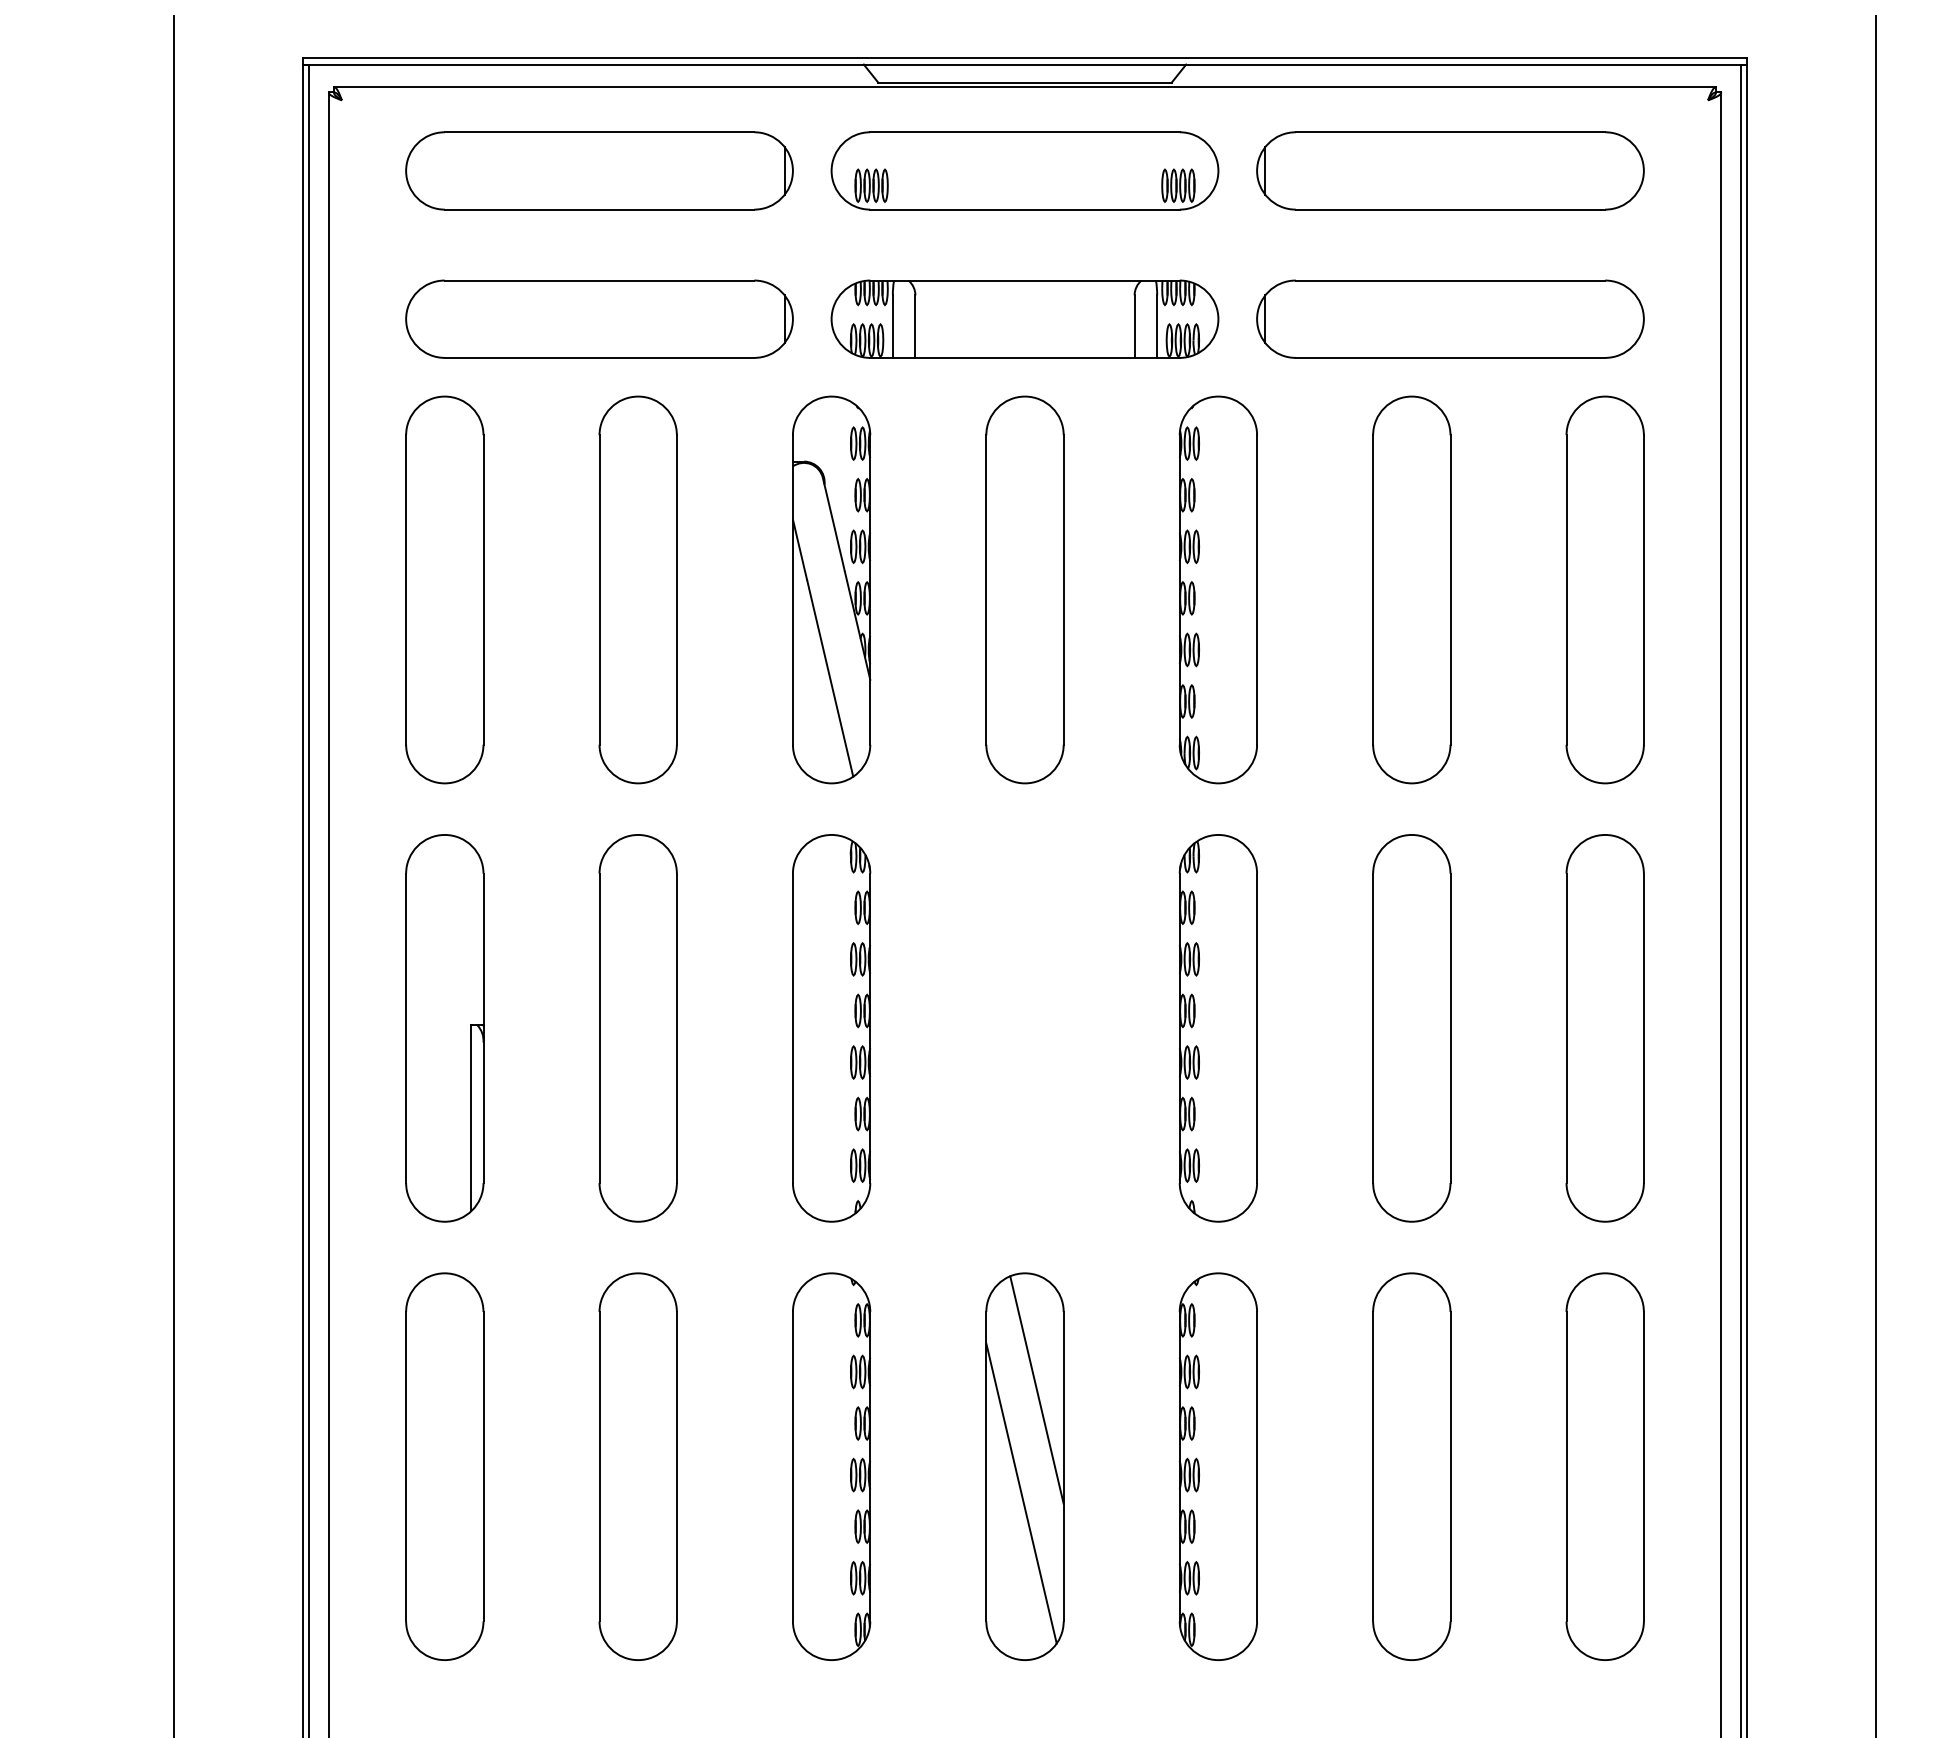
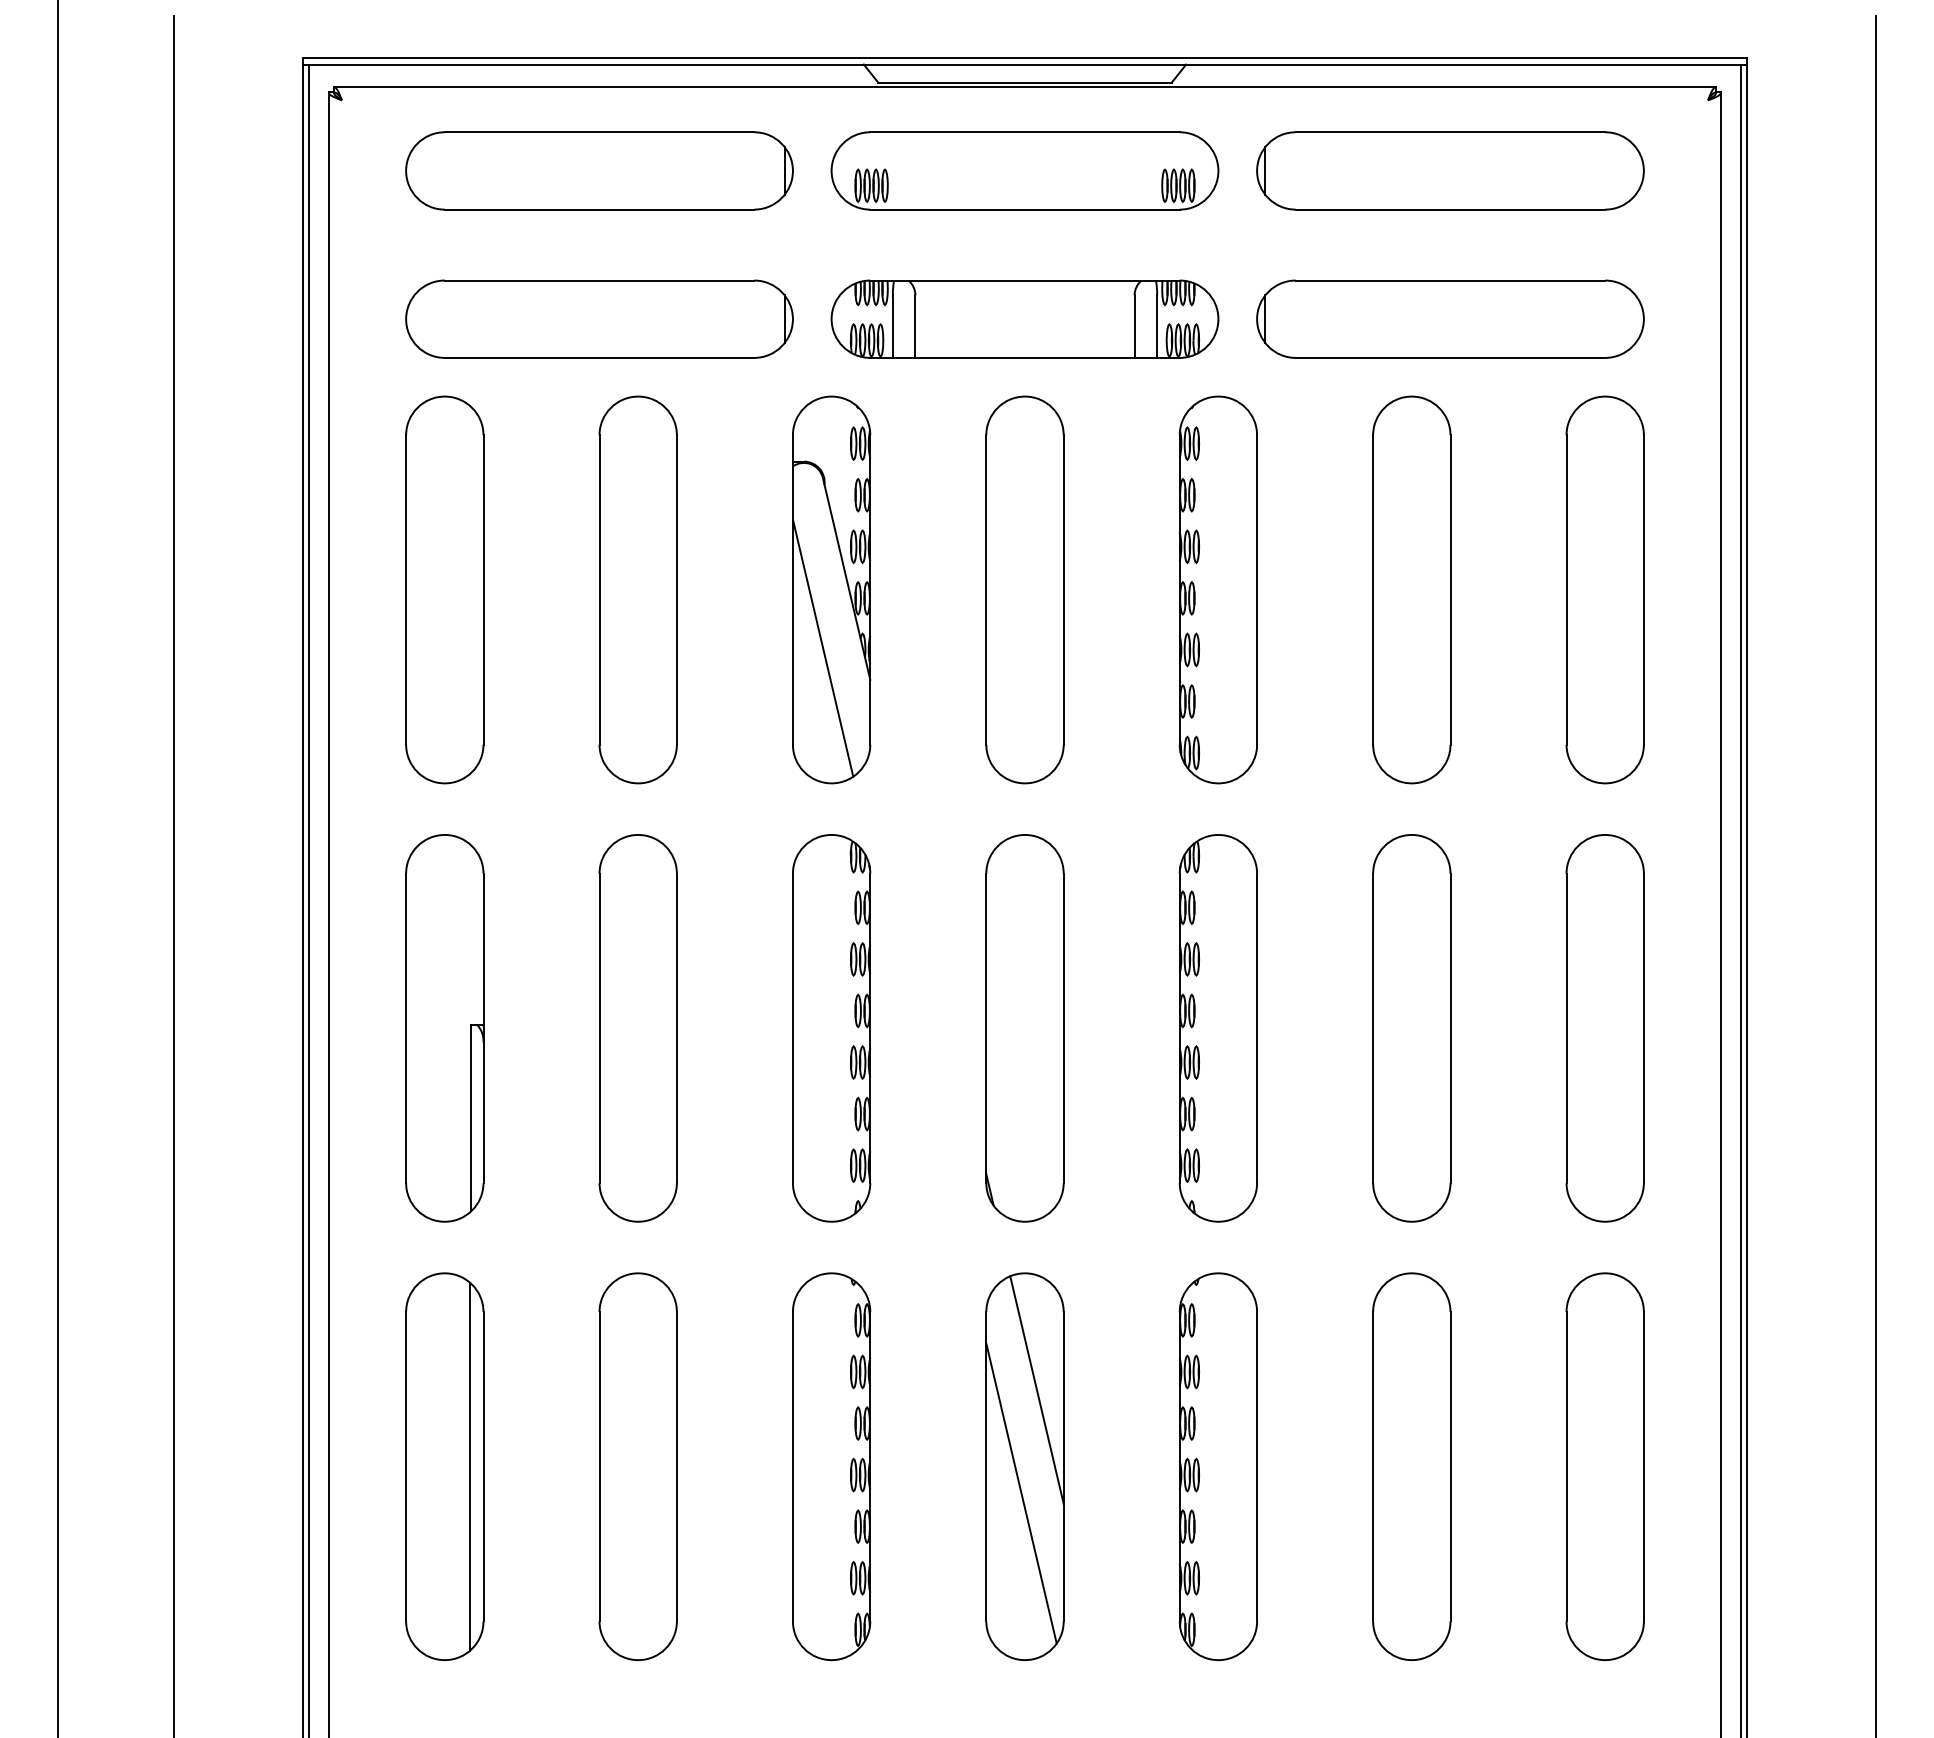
line at (58, 868): none -> present
part at (1024, 1028): none -> present
line at (470, 1466): none -> present
